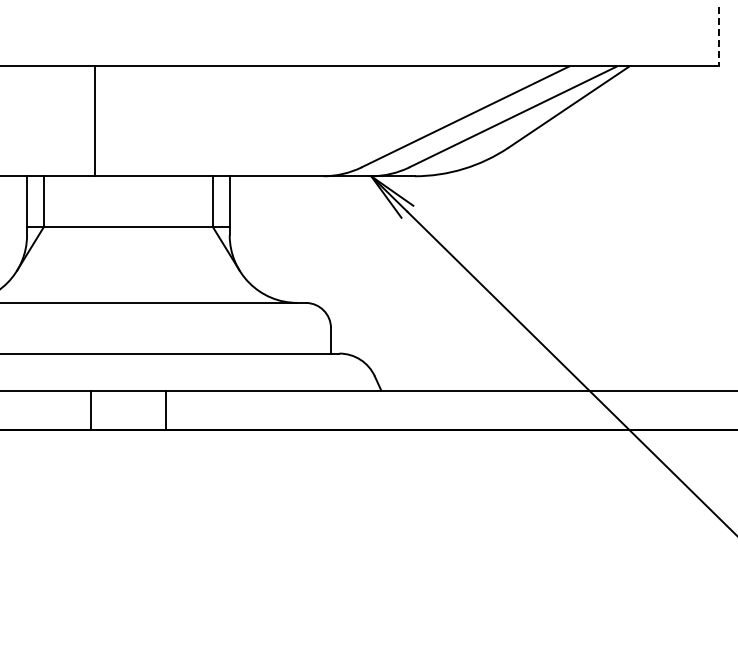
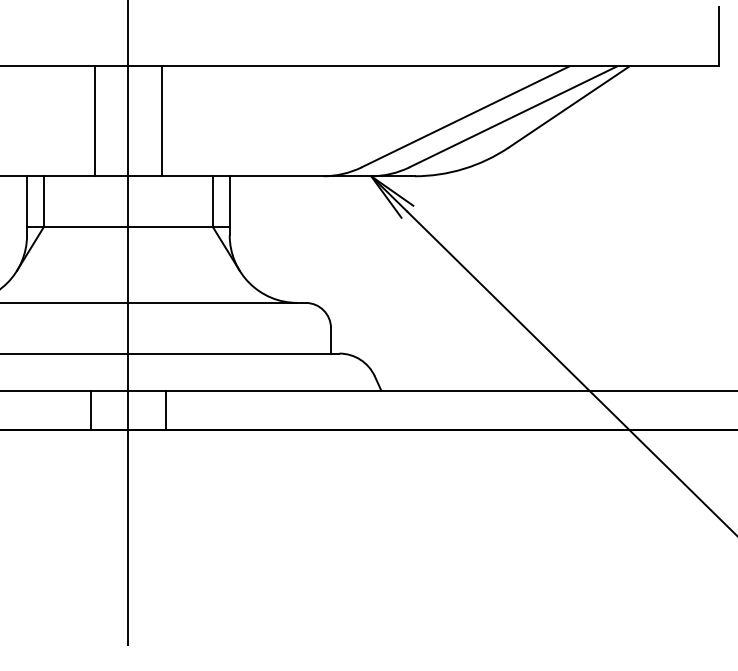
line at (719, 36): dashed -> solid
line at (162, 121): none -> present
line at (128, 324): none -> present
